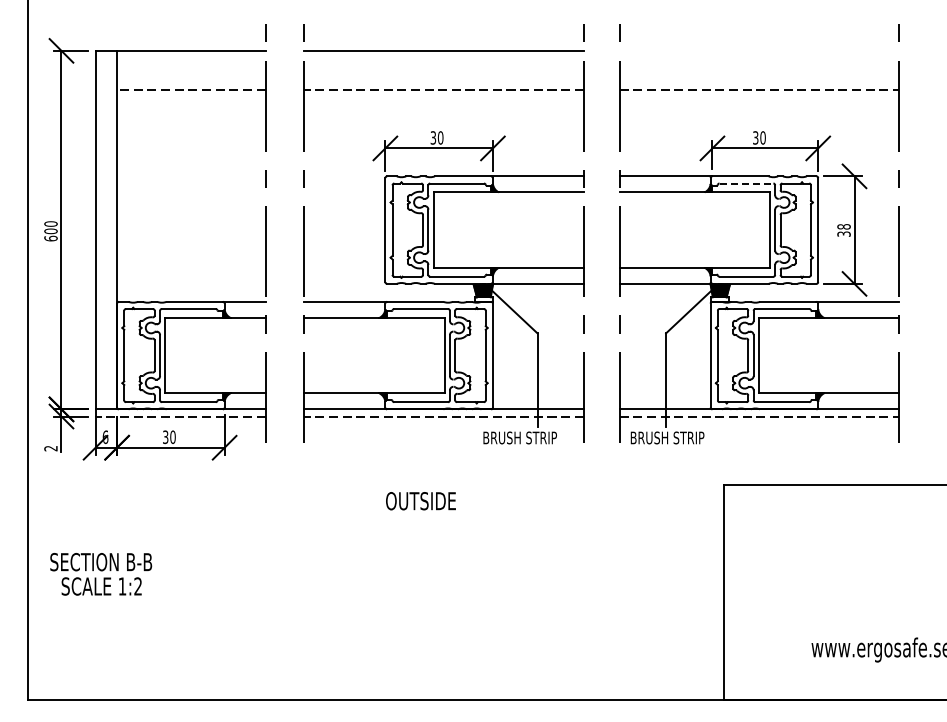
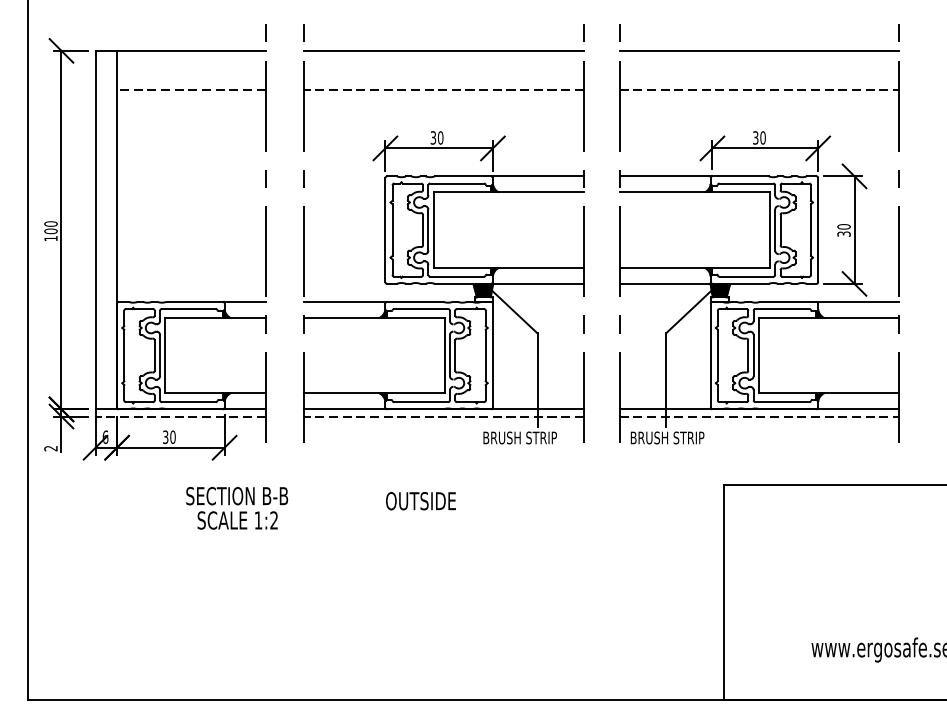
line at (759, 50): none -> present
line at (746, 183): dashed -> solid
text at (843, 226): 38 -> 30
text at (50, 238): 600 -> 100
text at (101, 574) position: (101, 574) -> (237, 508)
